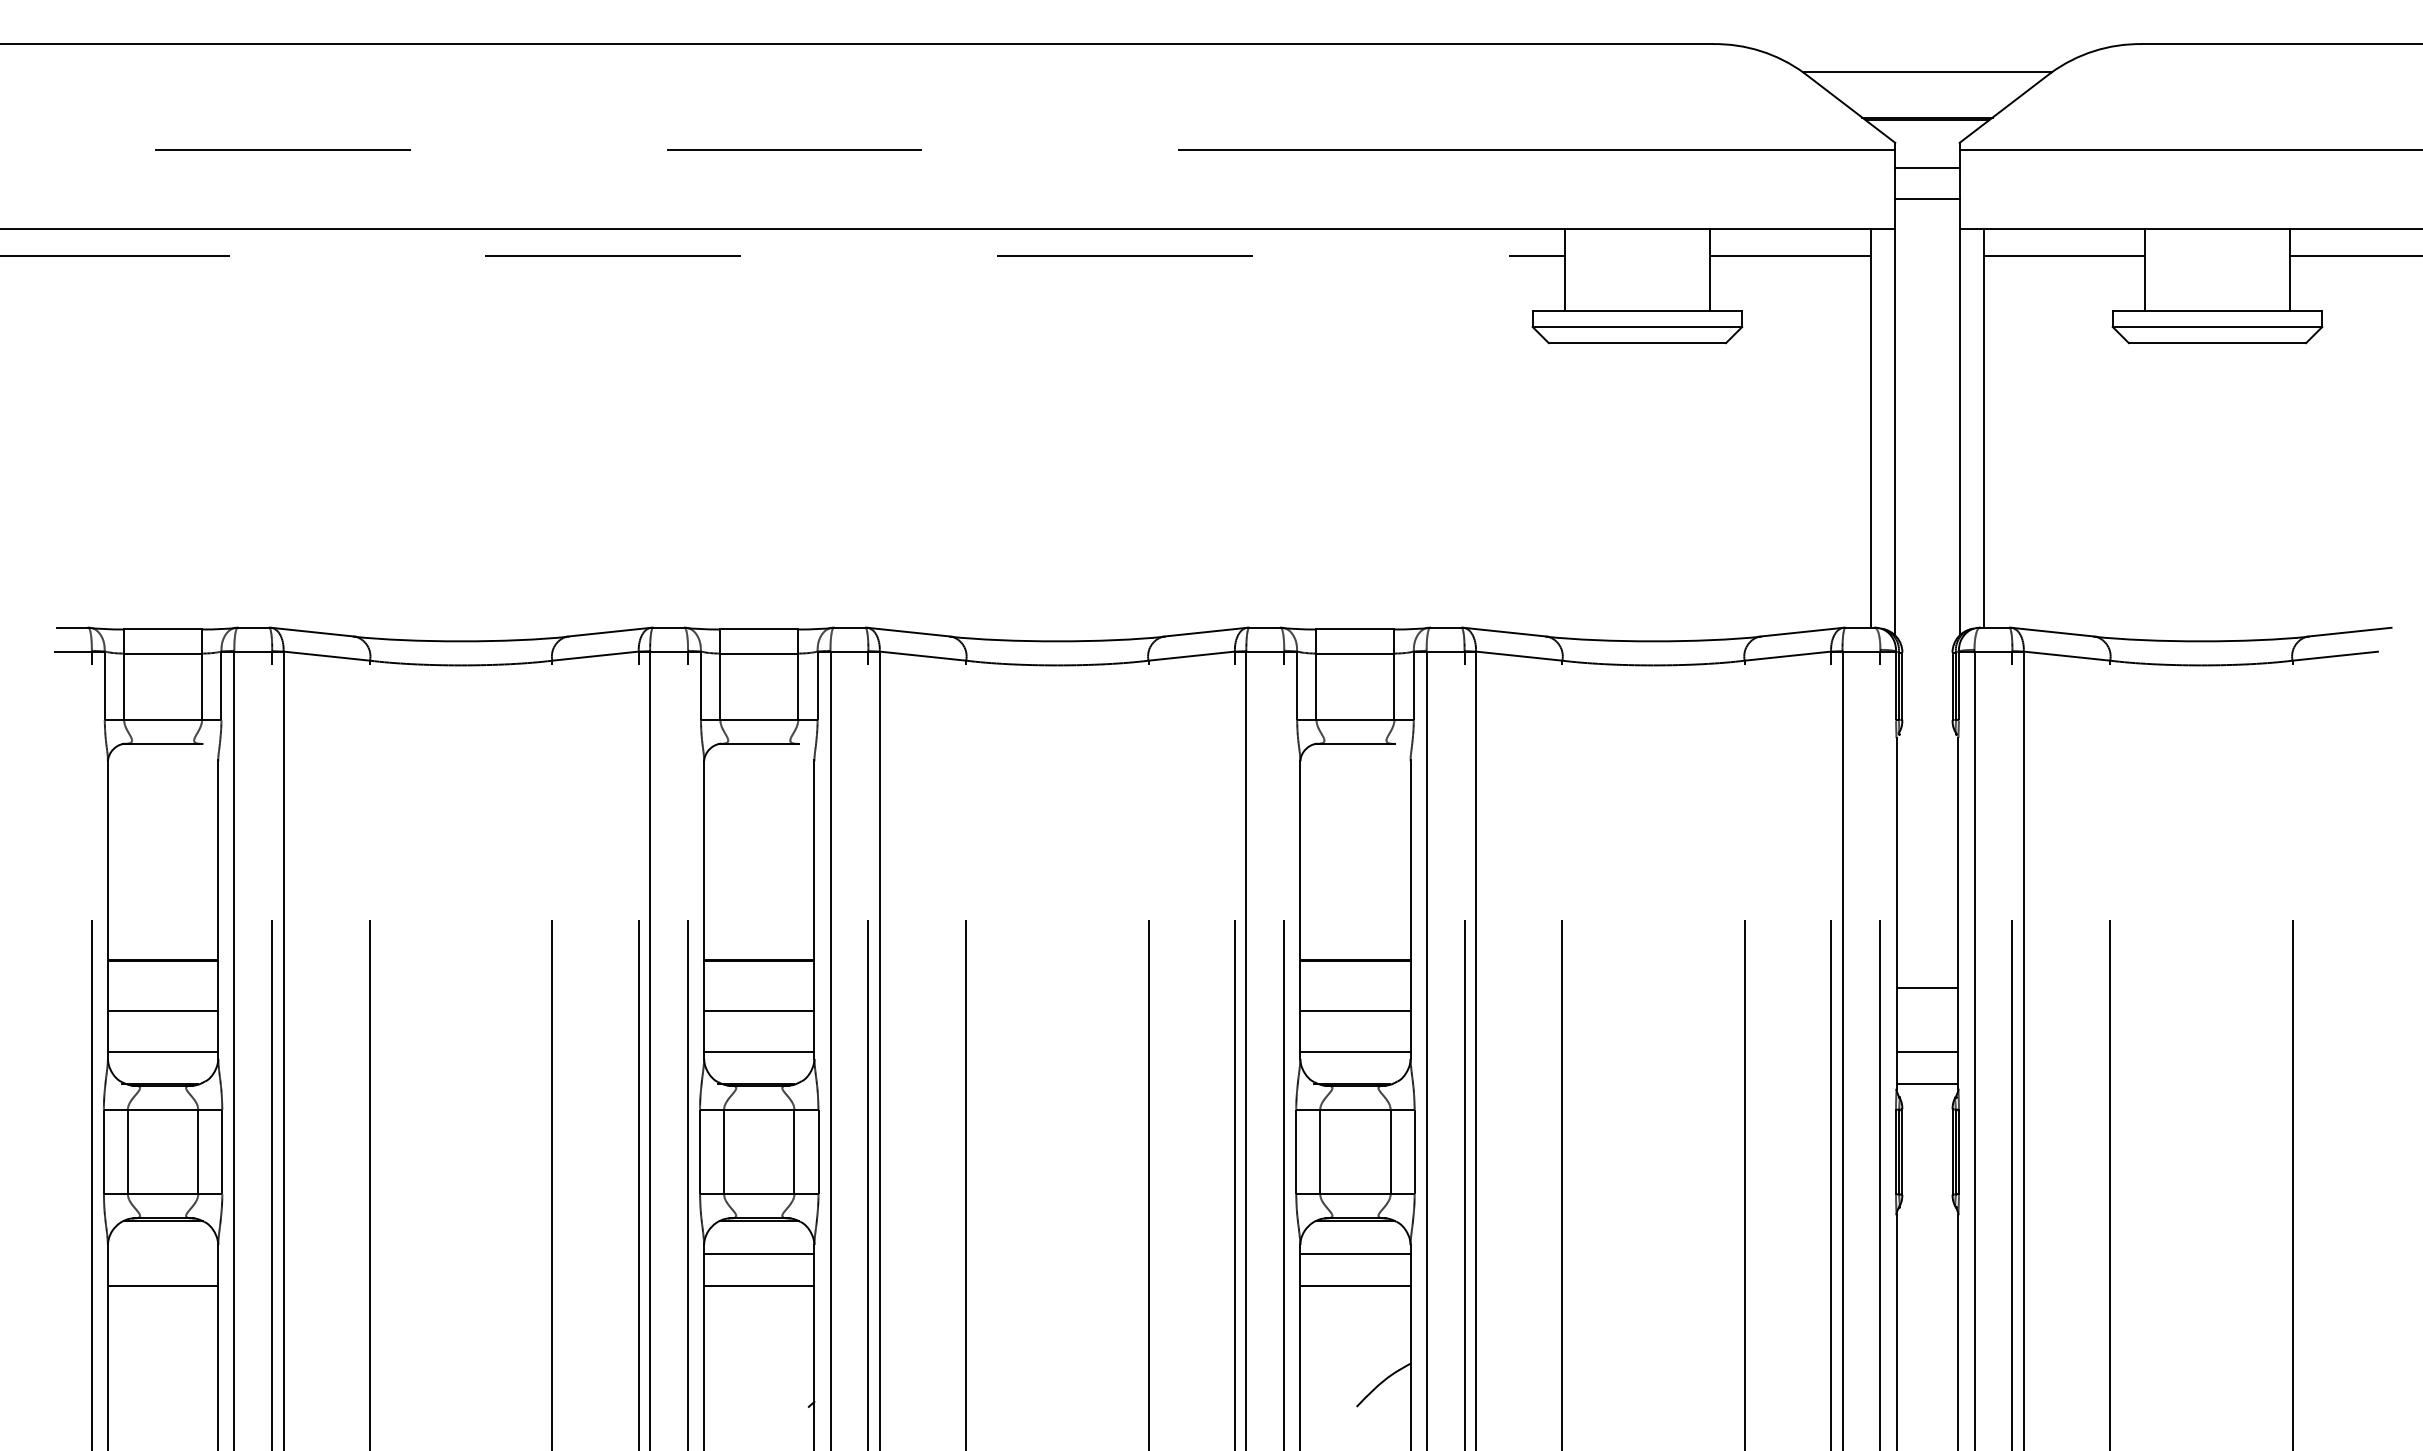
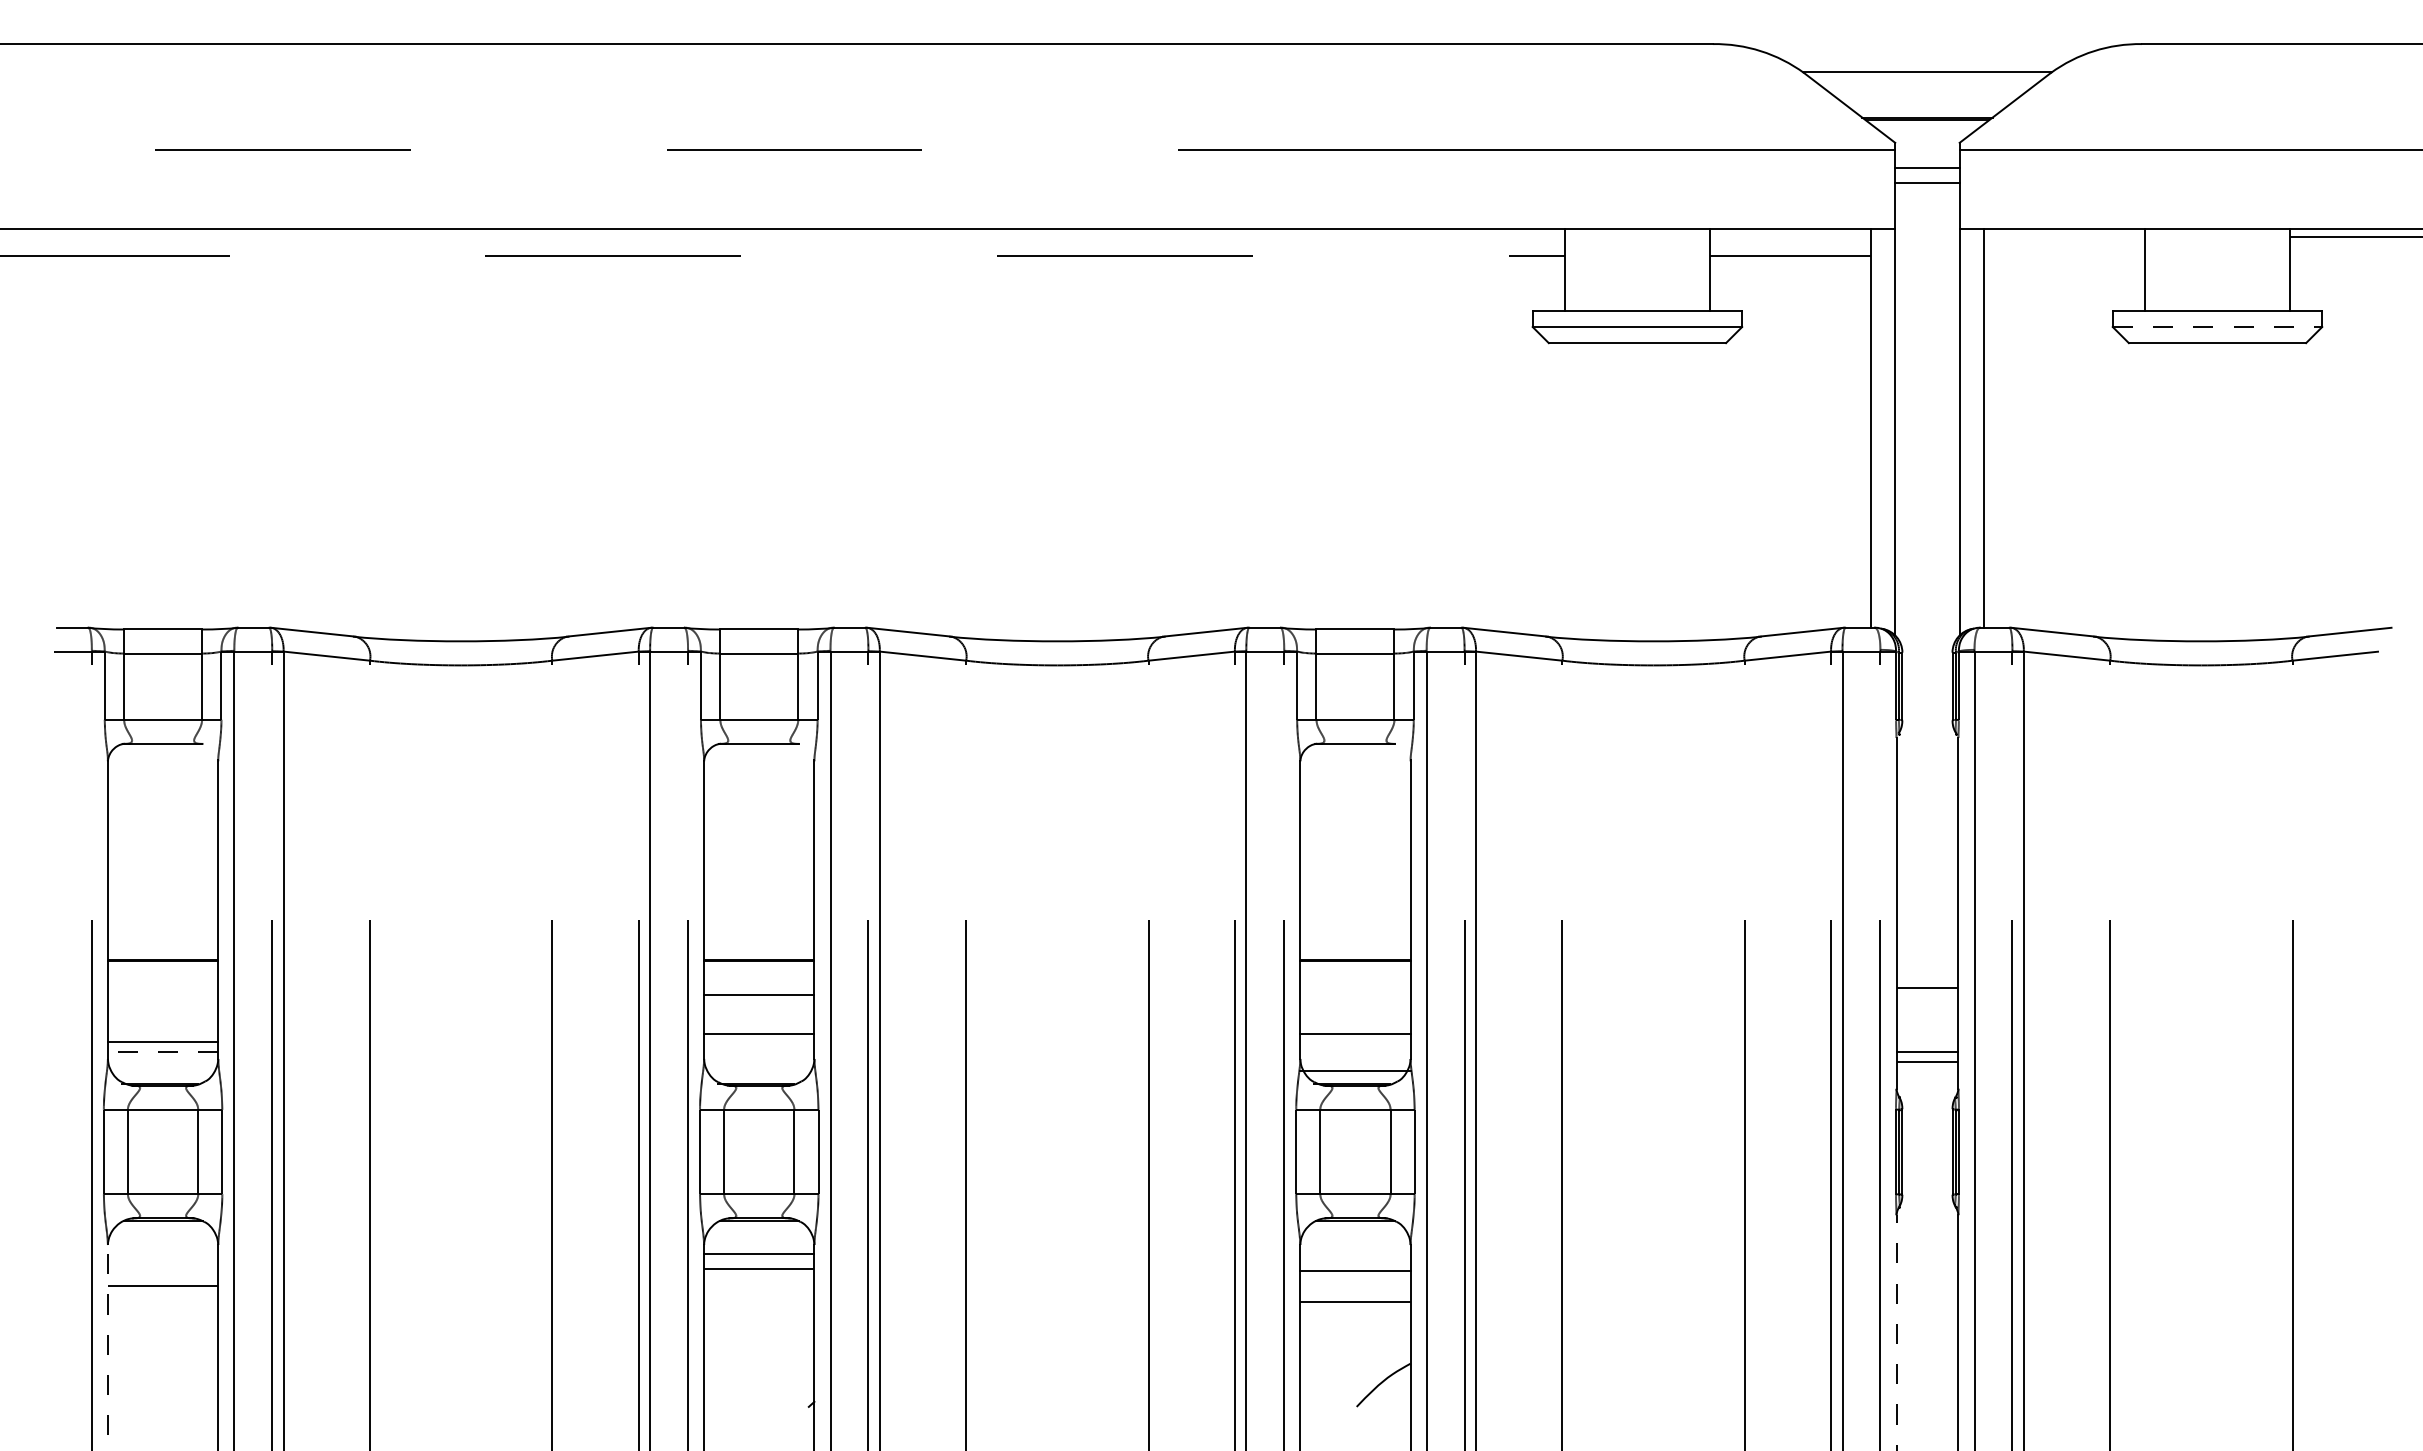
line at (1927, 198) position: (1927, 198) -> (1927, 182)
line at (2063, 255): present -> none
line at (2354, 255) position: (2354, 255) -> (2354, 236)
line at (2217, 327): solid -> dashed
line at (162, 1010) position: (162, 1010) -> (162, 1041)
line at (759, 1010) position: (759, 1010) -> (759, 994)
line at (1355, 1010) position: (1355, 1010) -> (1355, 1033)
line at (162, 1052): solid -> dashed
line at (759, 1052) position: (759, 1052) -> (759, 1034)
line at (1355, 1052) position: (1355, 1052) -> (1355, 1071)
line at (1927, 1084) position: (1927, 1084) -> (1927, 1062)
line at (1355, 1253) position: (1355, 1253) -> (1355, 1270)
line at (759, 1285) position: (759, 1285) -> (759, 1268)
line at (1355, 1285) position: (1355, 1285) -> (1355, 1301)
line at (1896, 1332): solid -> dashed
line at (107, 1347): solid -> dashed
